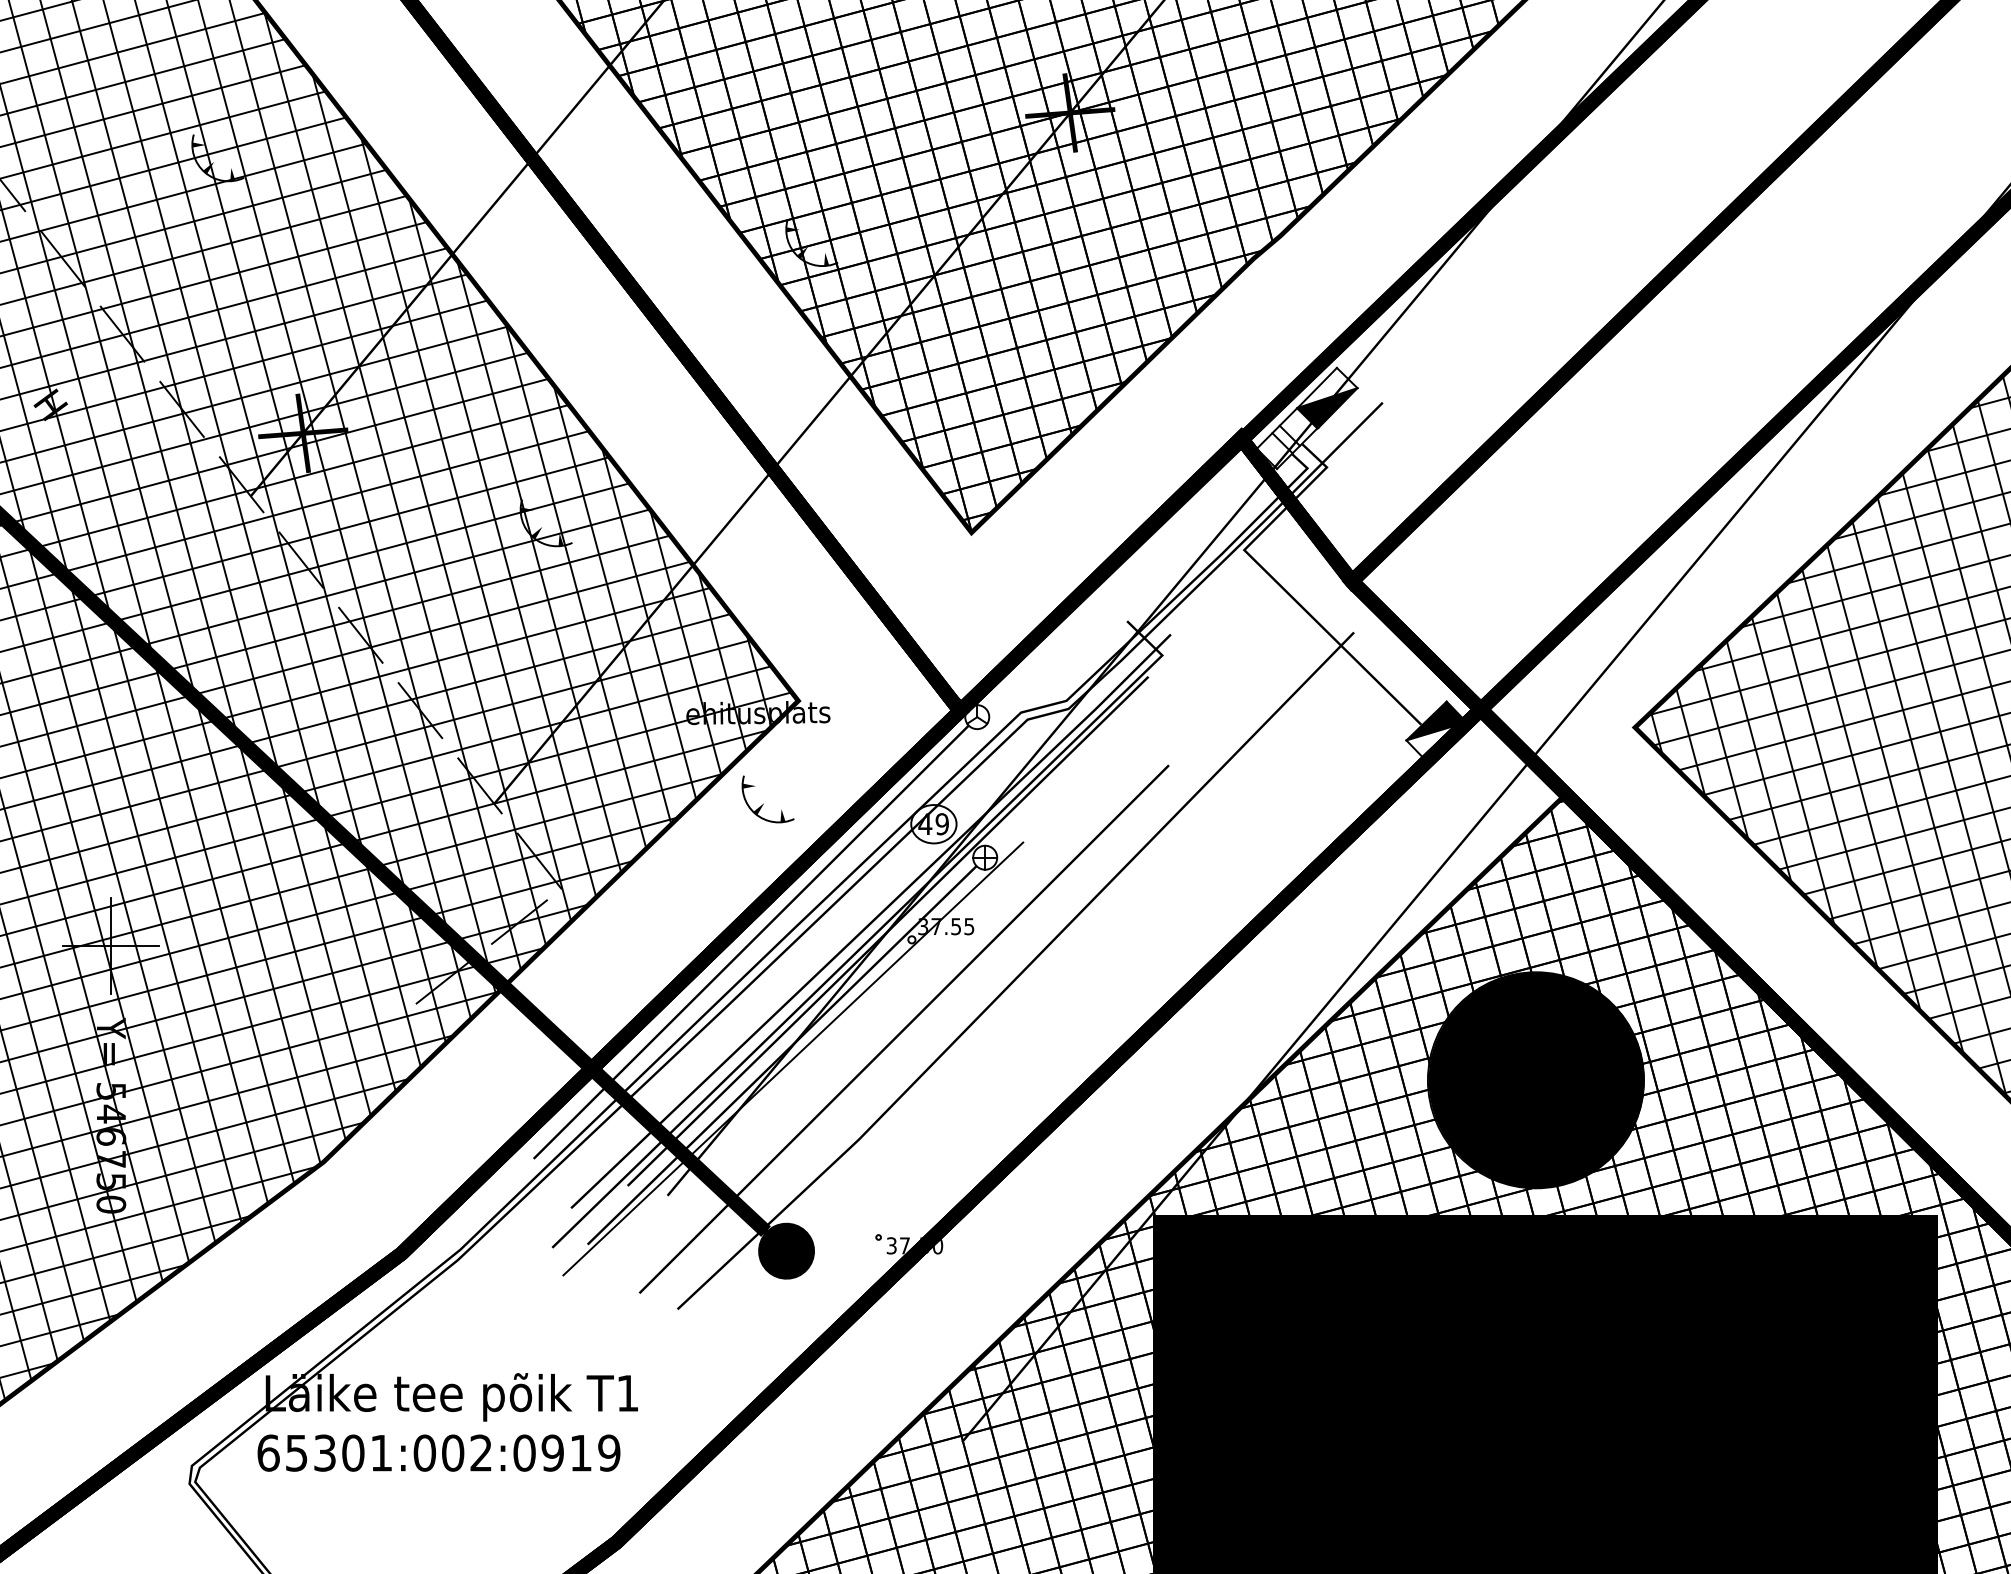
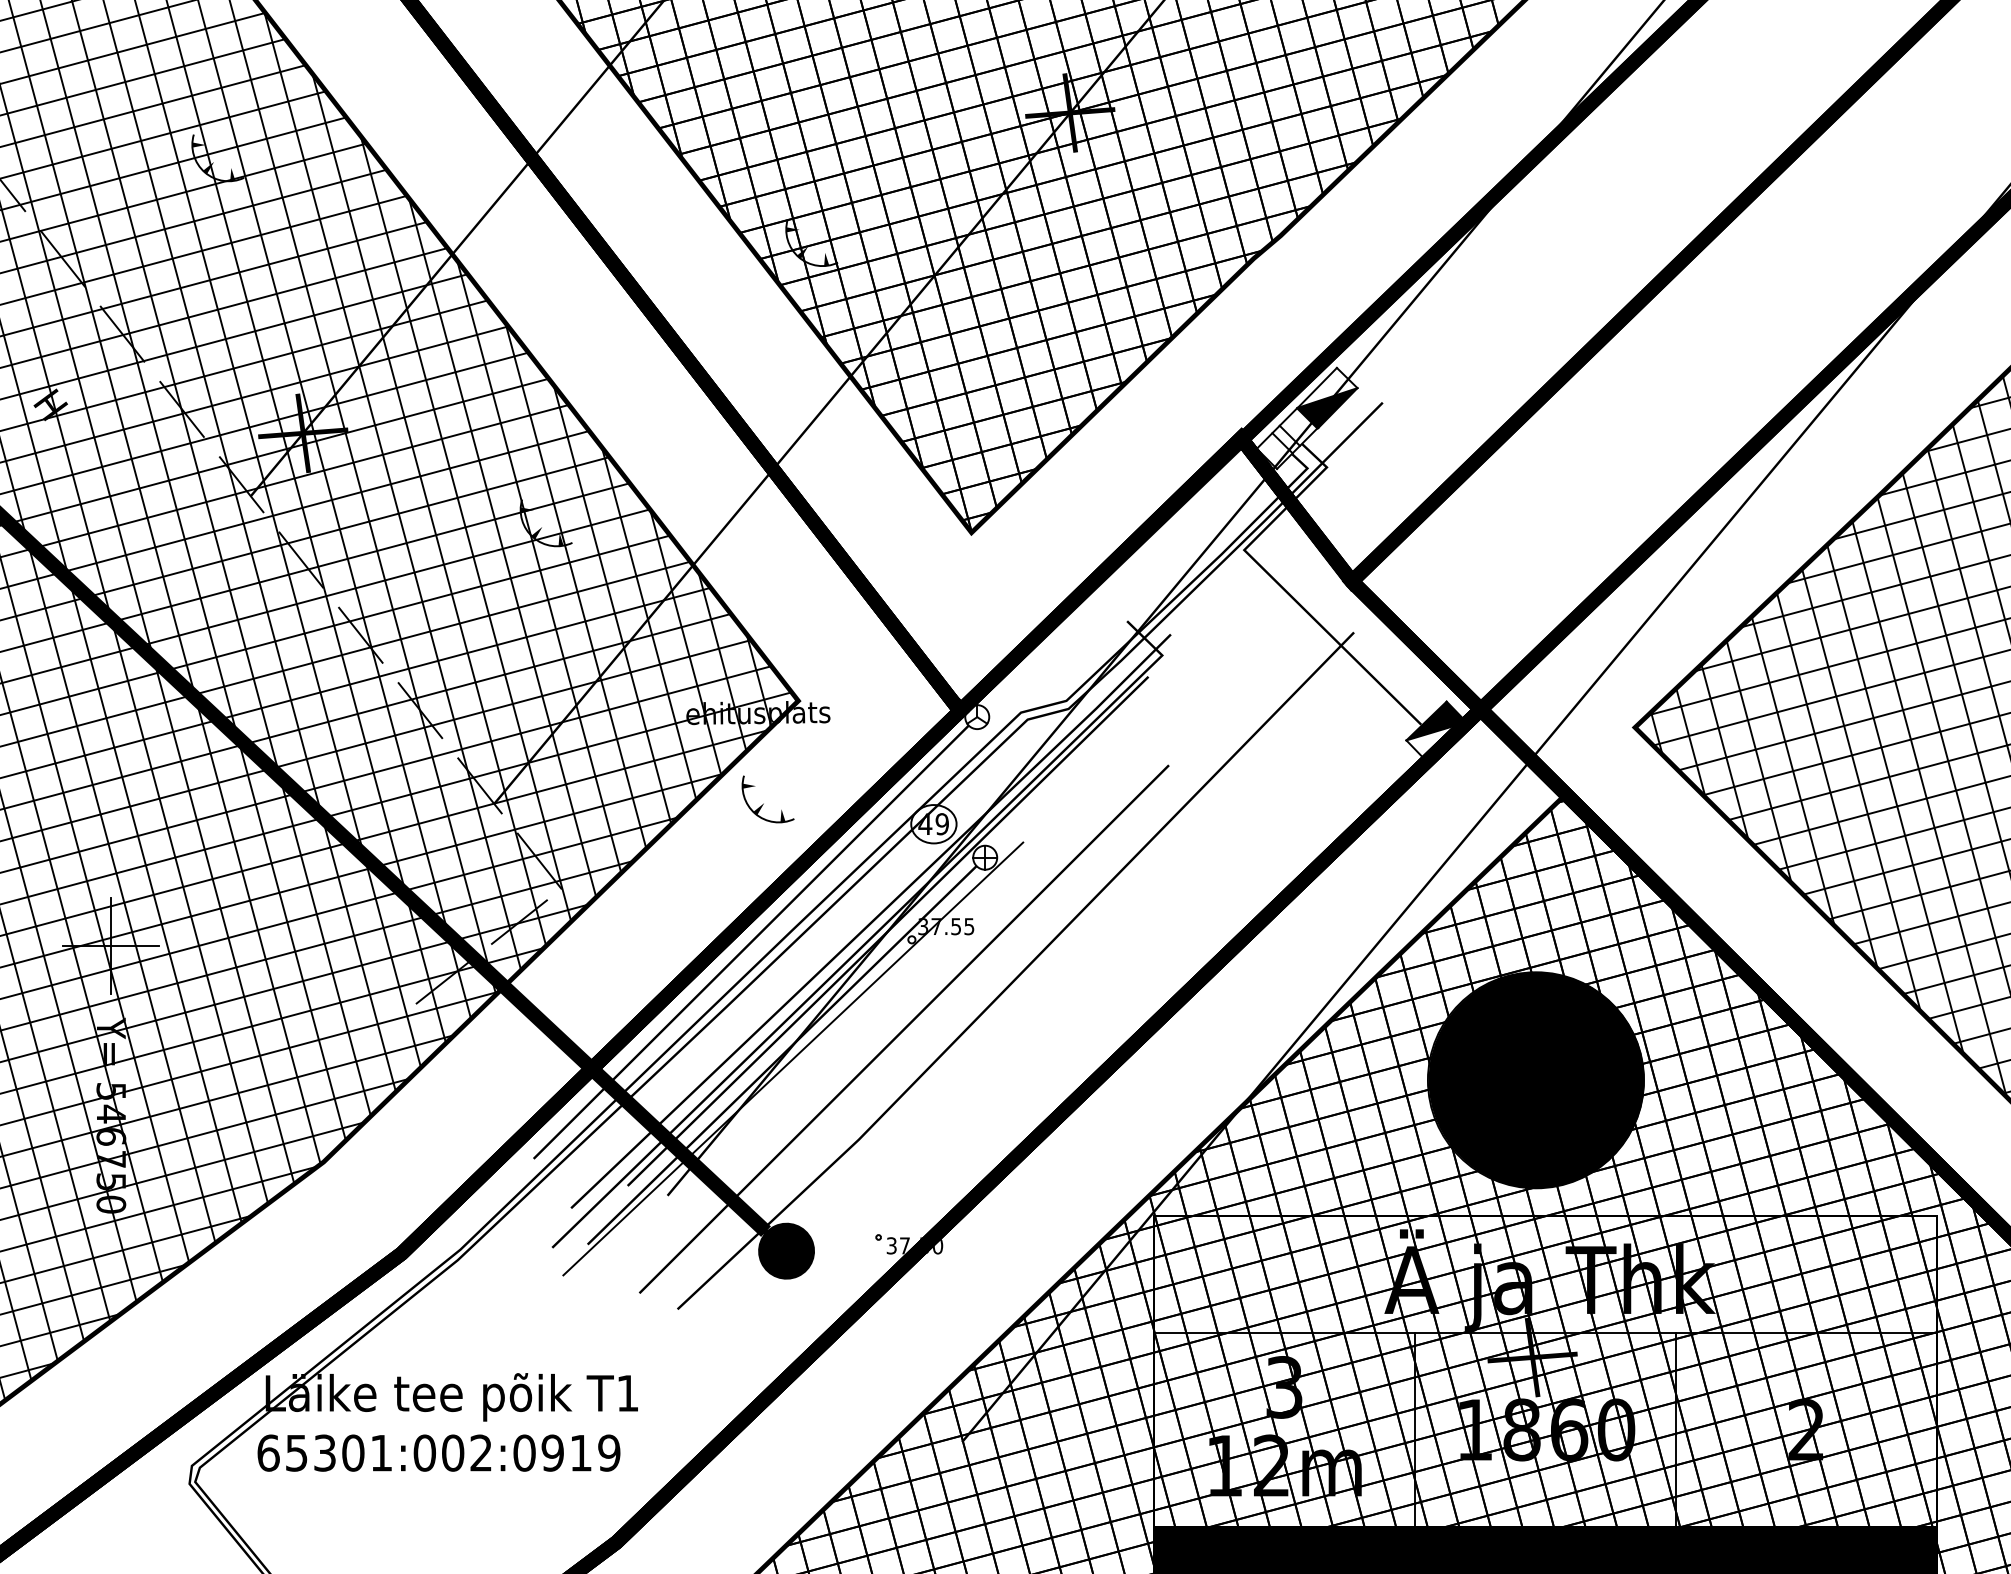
fill at (1545, 1371): present -> none
